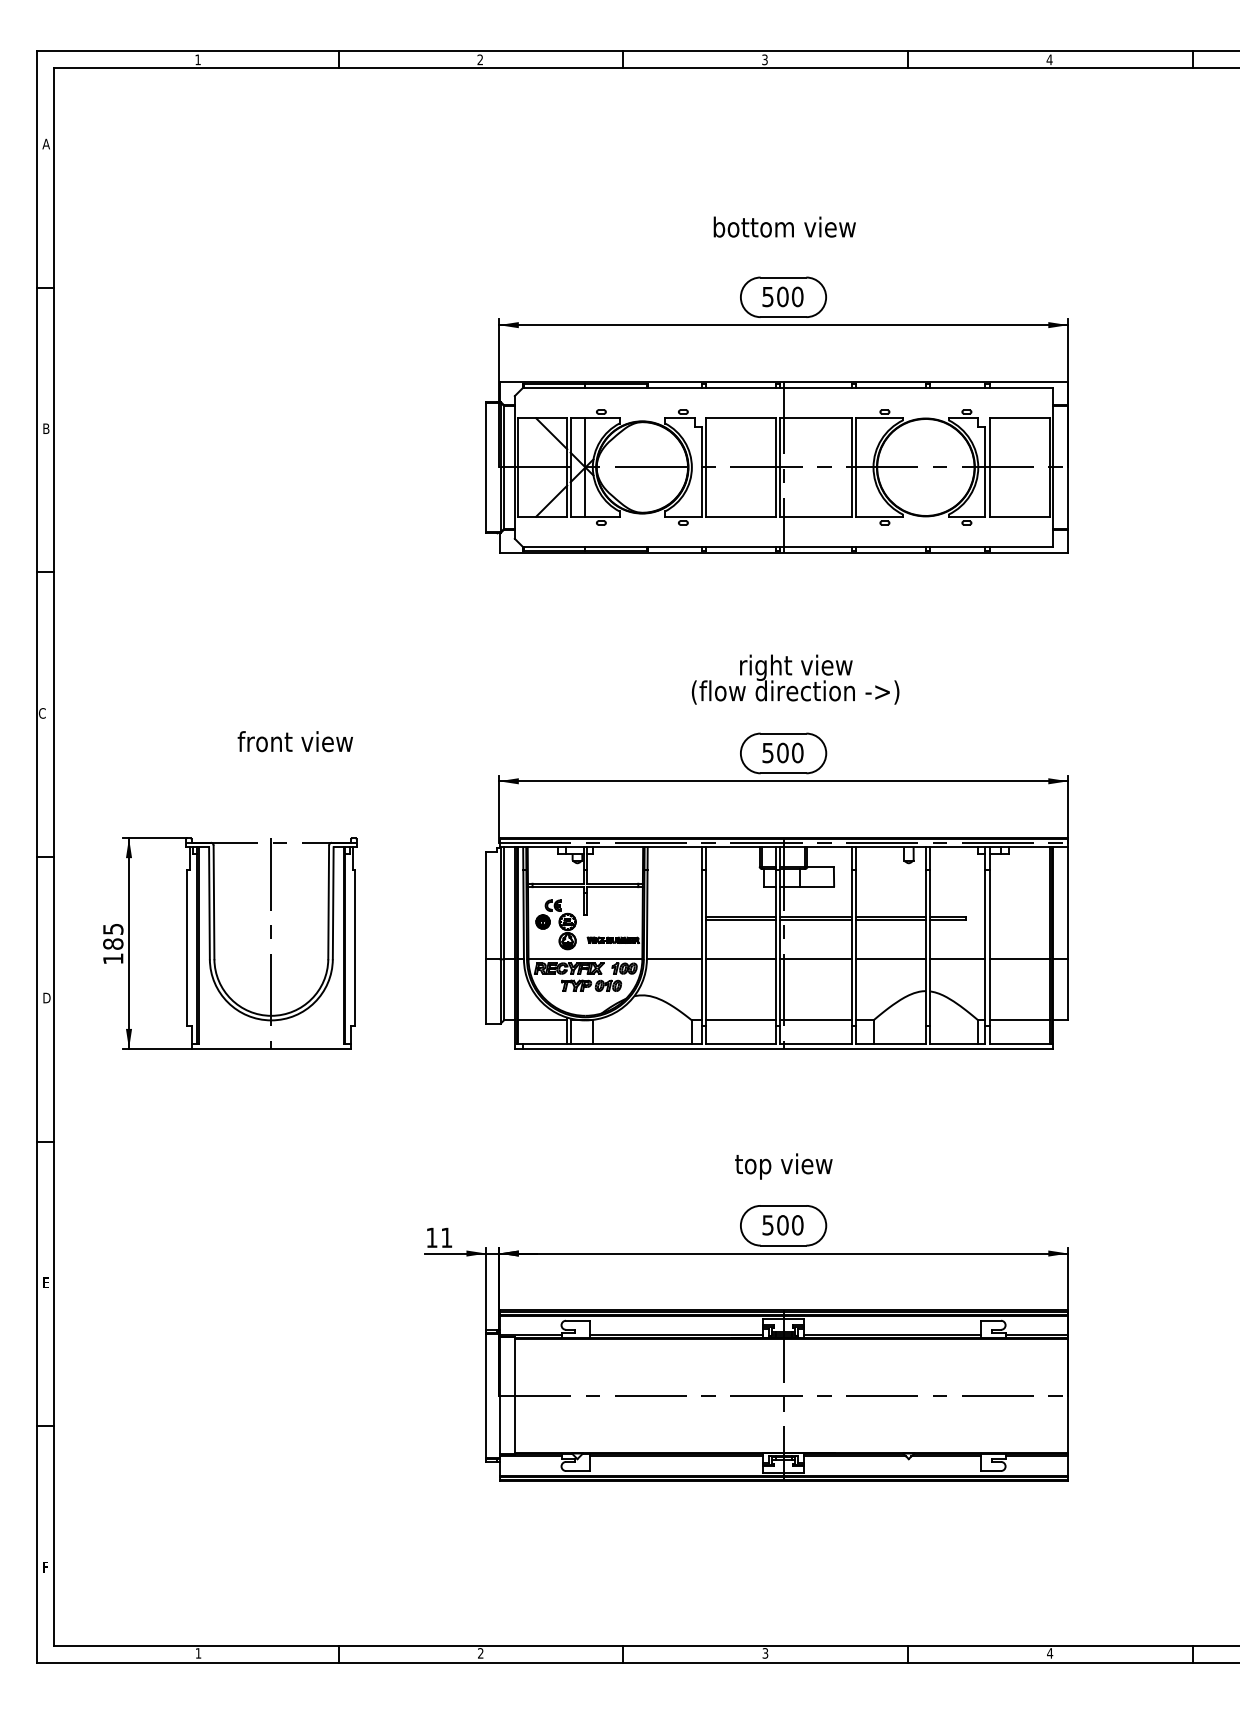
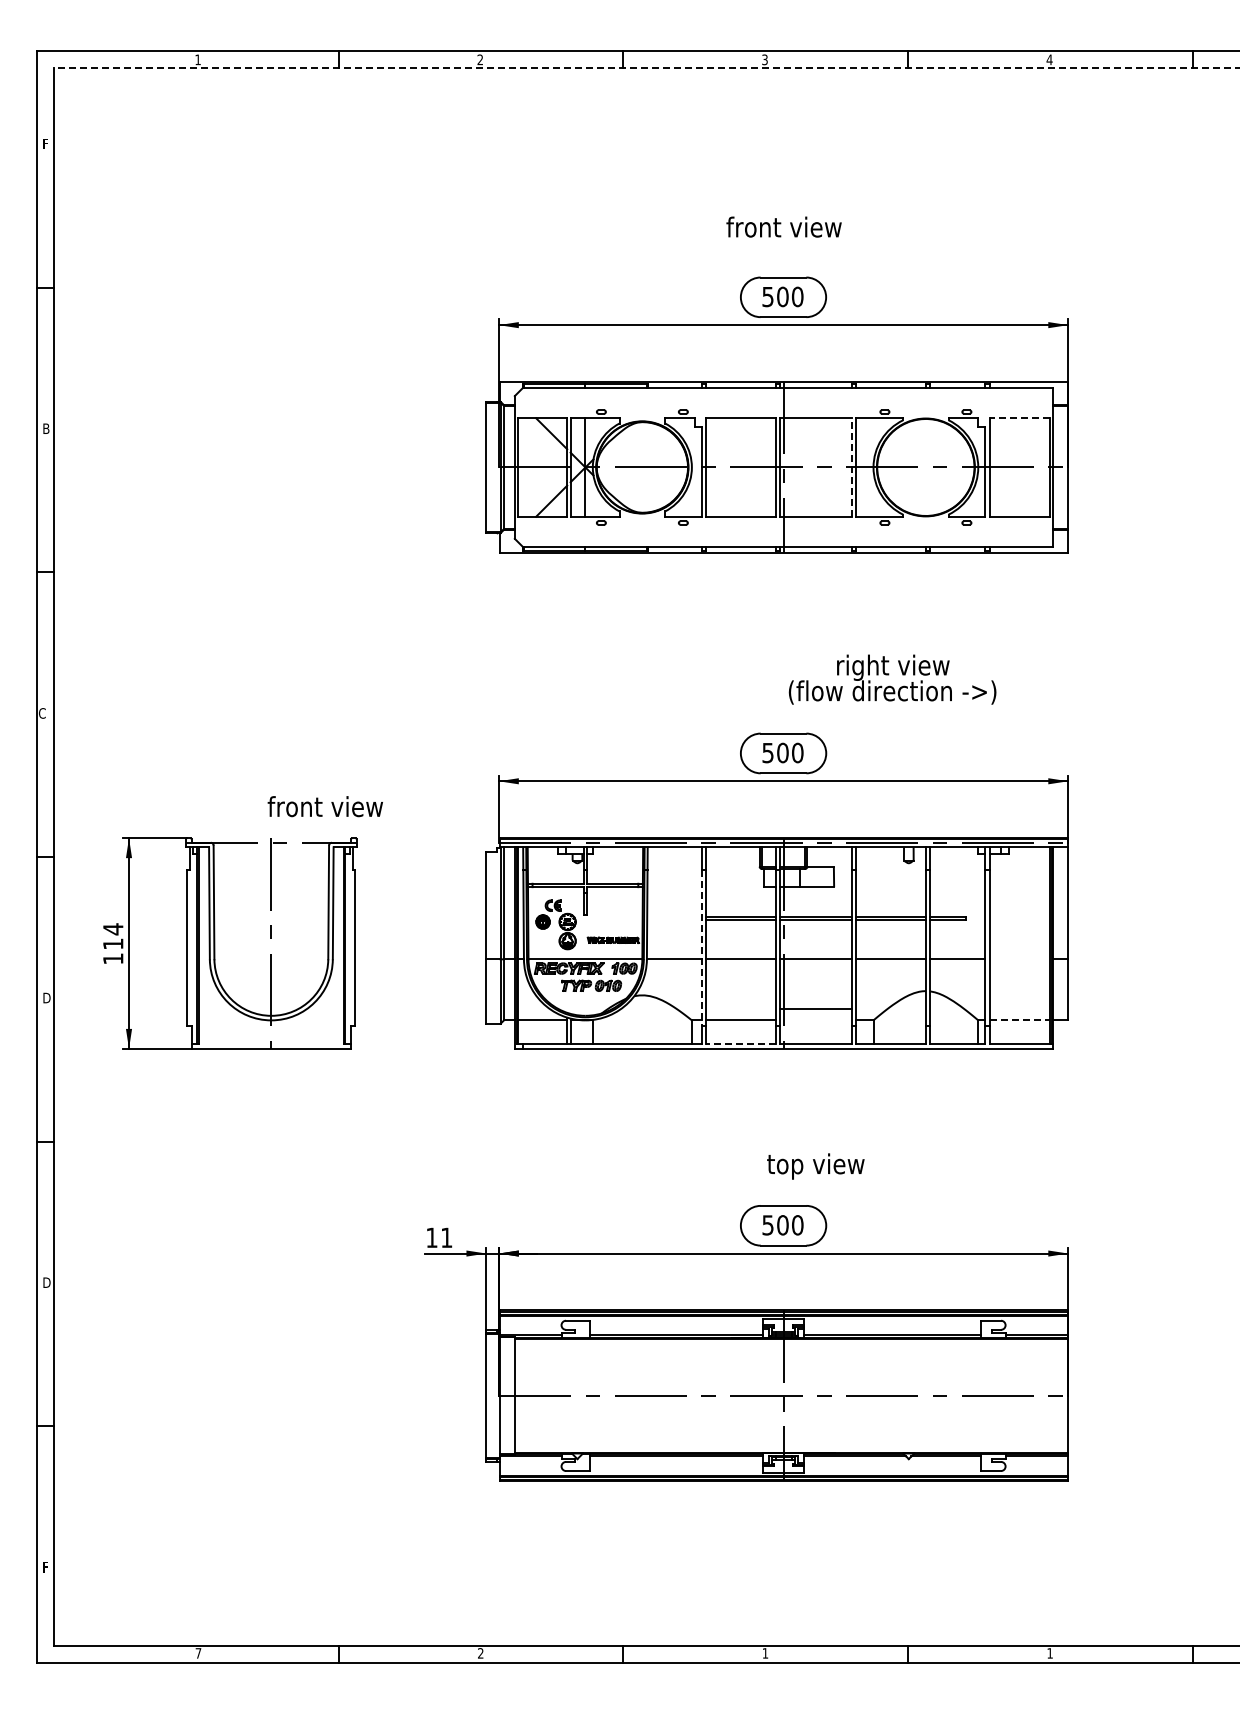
line at (646, 68): solid -> dashed
text at (45, 143): A -> F
text at (784, 226): bottom view -> front view
line at (1019, 418): solid -> dashed
line at (851, 467): solid -> dashed
text at (795, 679) position: (795, 679) -> (892, 679)
text at (294, 741) position: (294, 741) -> (324, 806)
text at (113, 936): 185 -> 114
line at (701, 948): solid -> dashed
line at (1019, 959): present -> none
line at (815, 1020) position: (815, 1020) -> (815, 1009)
line at (1020, 1020): solid -> dashed
line at (740, 1044): solid -> dashed
text at (783, 1166) position: (783, 1166) -> (815, 1166)
text at (46, 1282): E -> D
text at (198, 1653): 1 -> 7
text at (765, 1653): 3 -> 1
text at (1050, 1653): 4 -> 1
